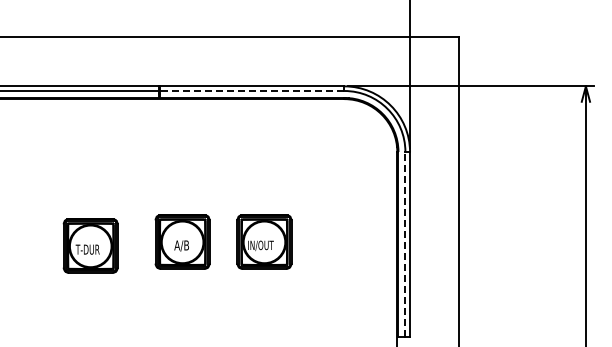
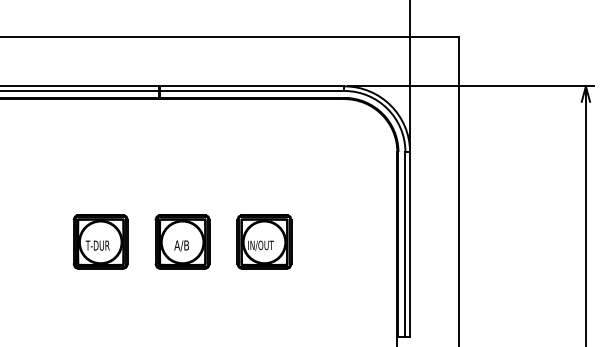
line at (251, 91): dashed -> solid
line at (405, 243): dashed -> solid
part at (90, 245) position: (90, 245) -> (100, 241)
